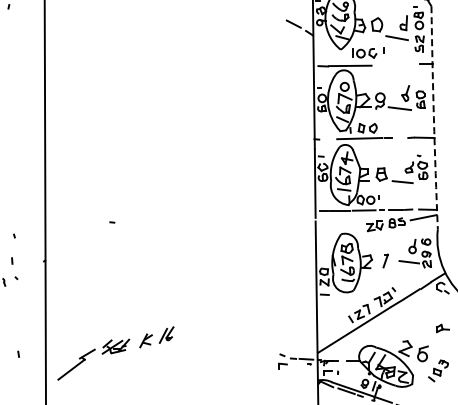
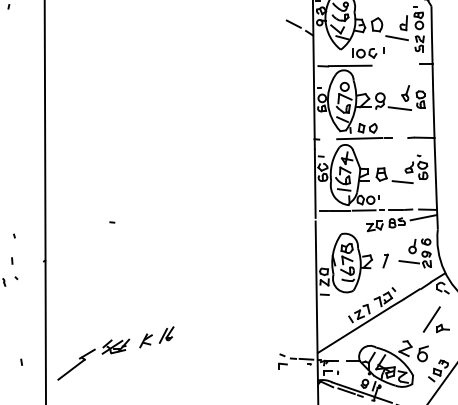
arc at (433, 117): dashed -> solid
line at (431, 319): none -> present
line at (18, 353) position: (18, 353) -> (21, 361)
line at (441, 383): none -> present
